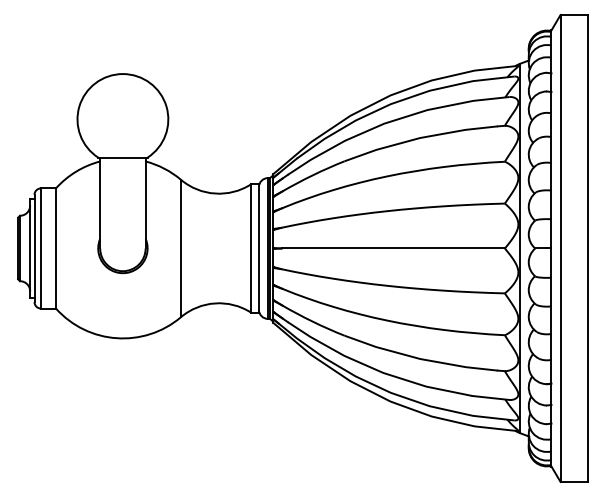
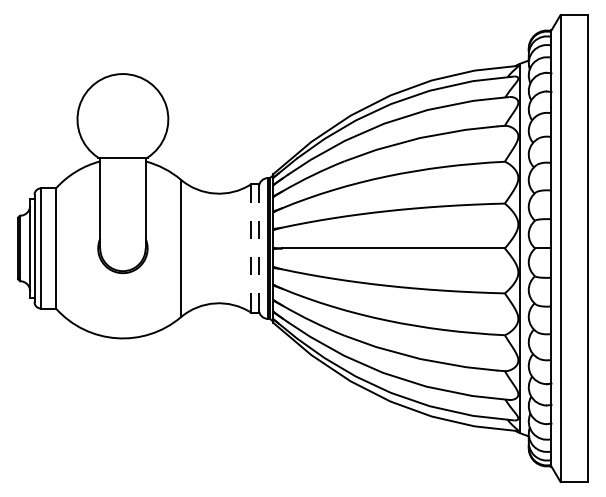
line at (250, 248): solid -> dashed
line at (258, 248): solid -> dashed
